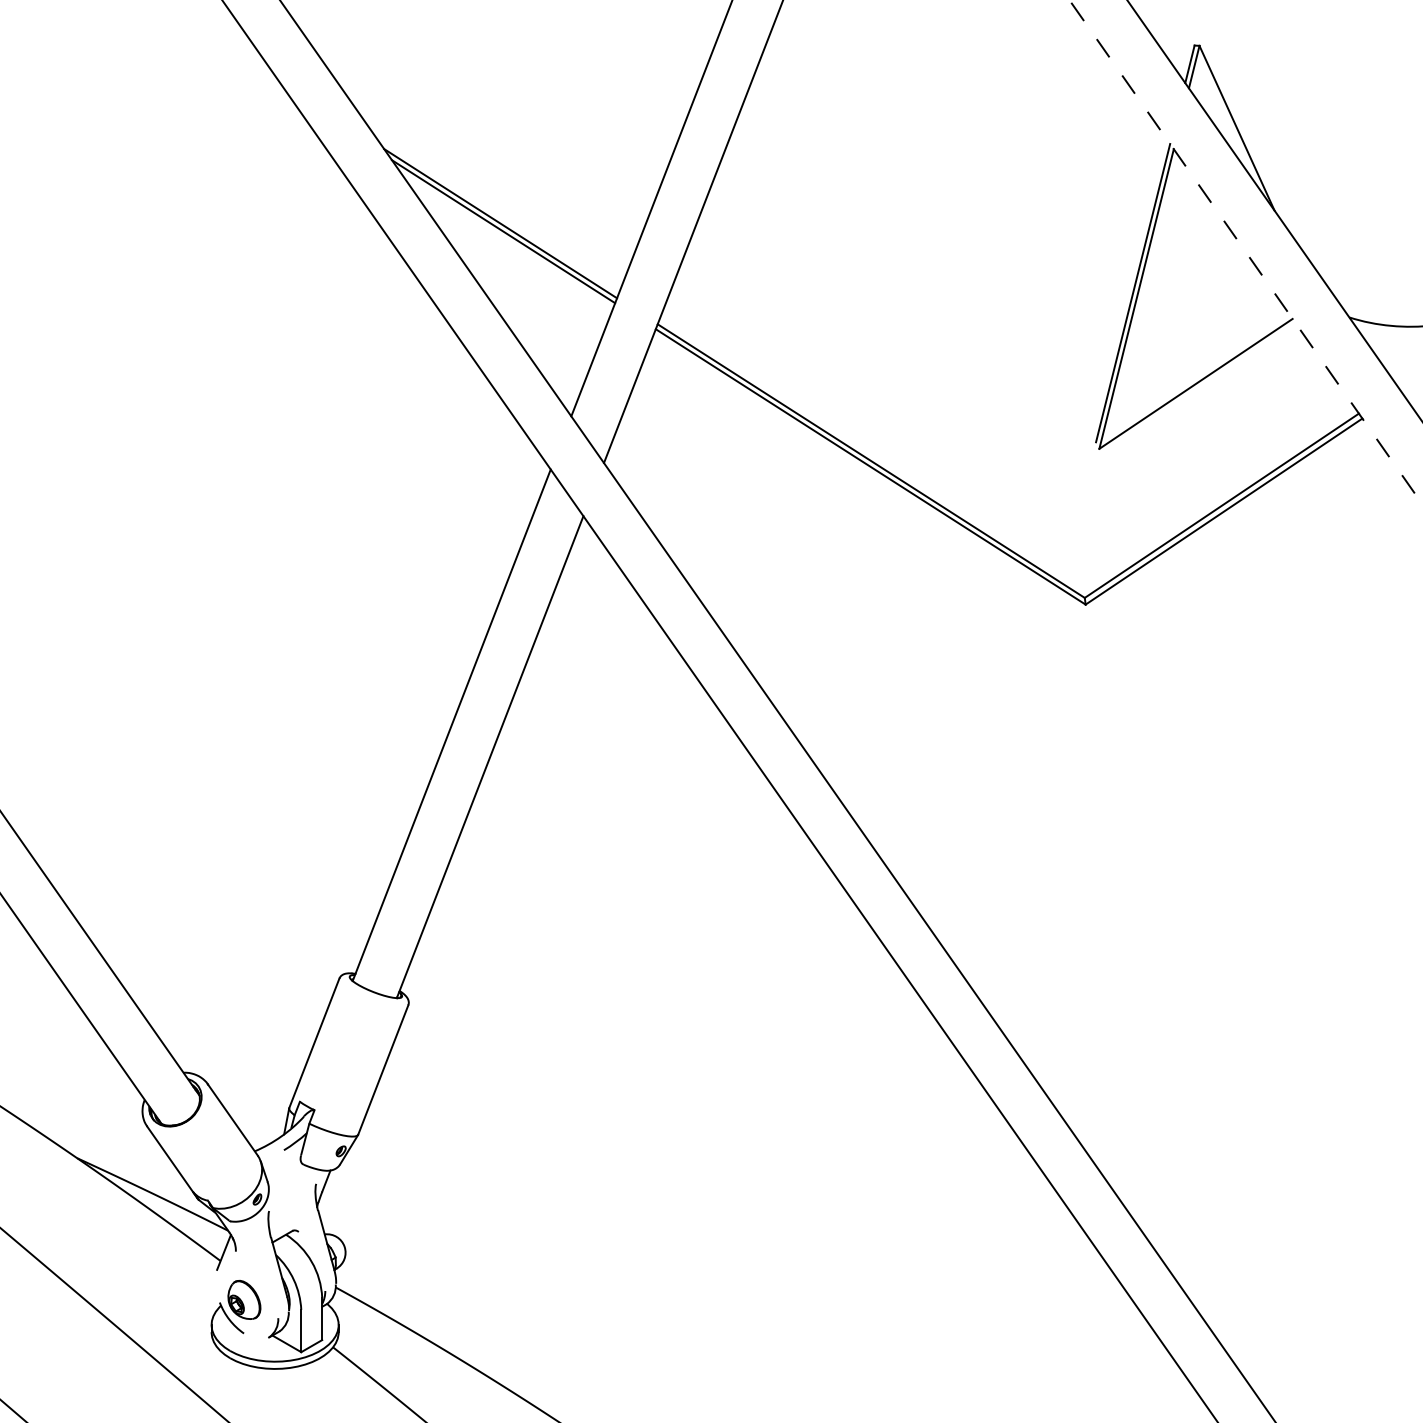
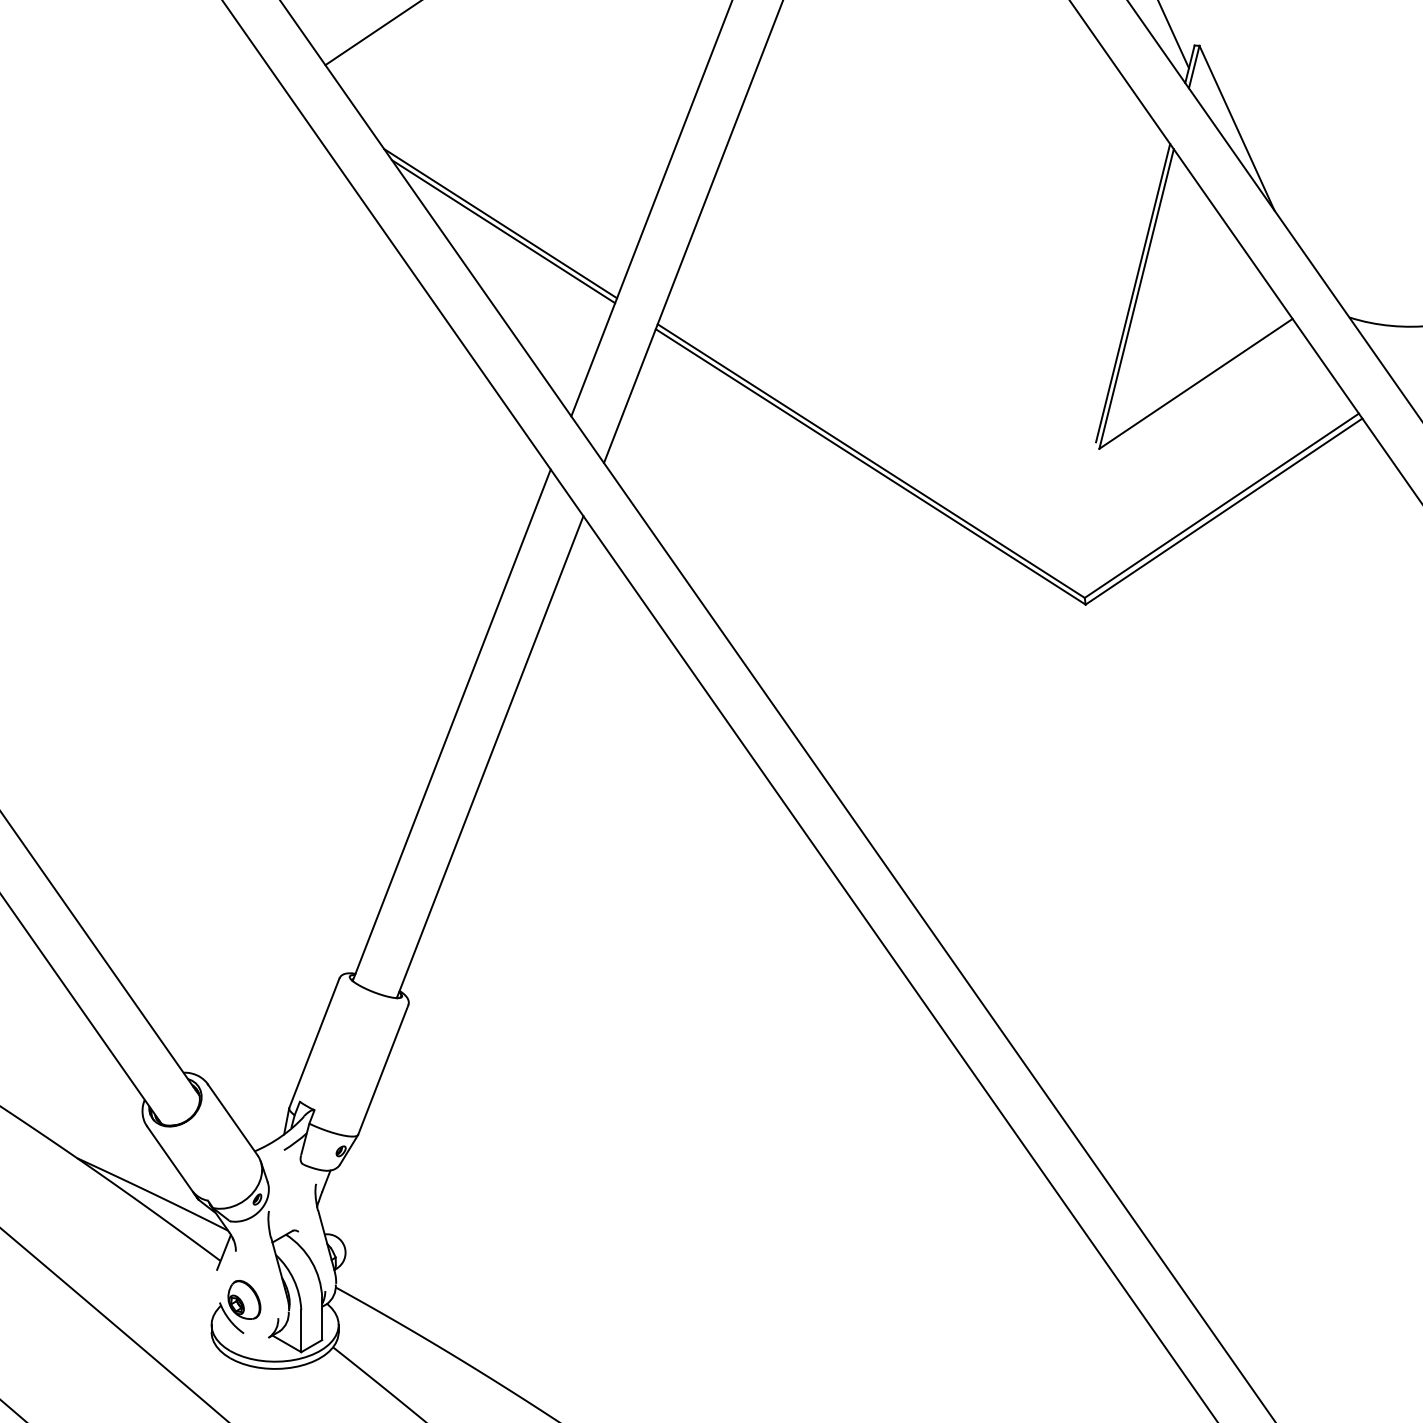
line at (372, 33): none -> present
line at (1173, 35): none -> present
line at (1245, 252): dashed -> solid
